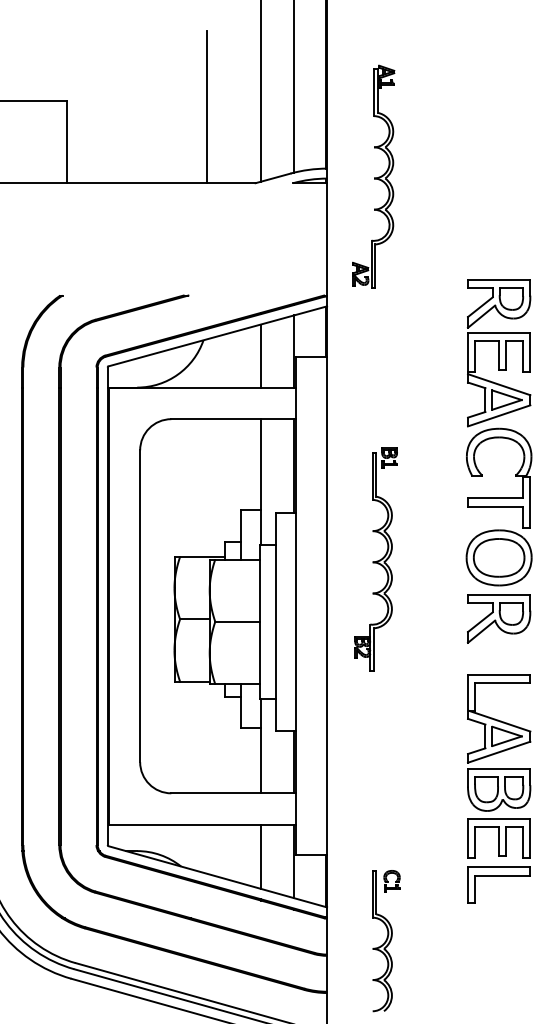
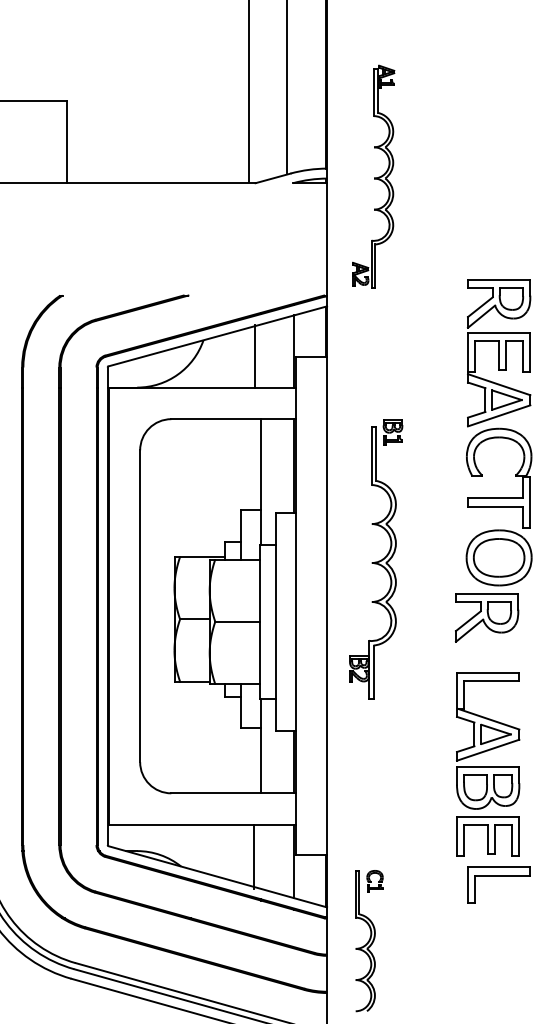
line at (294, 87) position: (294, 87) -> (287, 87)
line at (260, 91) position: (260, 91) -> (248, 91)
line at (207, 106): present -> none
line at (260, 356) position: (260, 356) -> (254, 356)
part at (375, 559) size: 44x225 px -> 55x281 px
part at (498, 618) position: (498, 618) -> (486, 617)
part at (499, 766) position: (499, 766) -> (488, 764)
line at (260, 856) position: (260, 856) -> (253, 856)
part at (386, 941) position: (386, 941) -> (369, 941)
